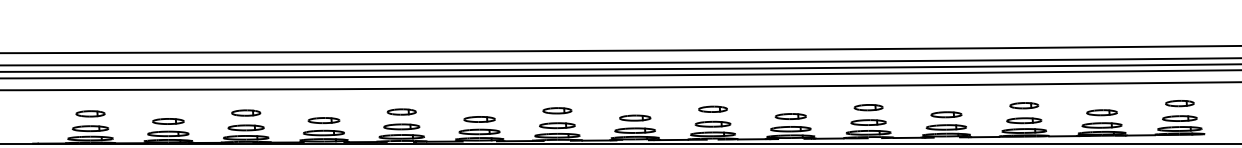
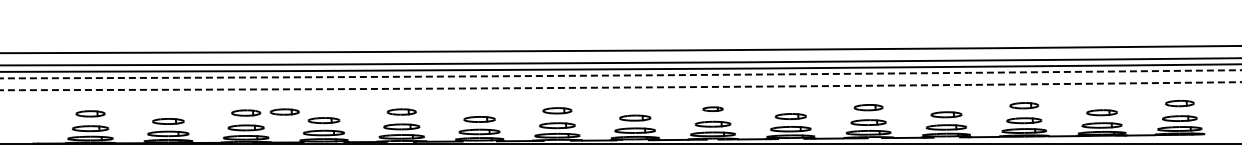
arc at (620, 75): solid -> dashed
arc at (621, 87): solid -> dashed
part at (712, 108) size: 30x8 px -> 22x6 px
part at (284, 111): none -> present
